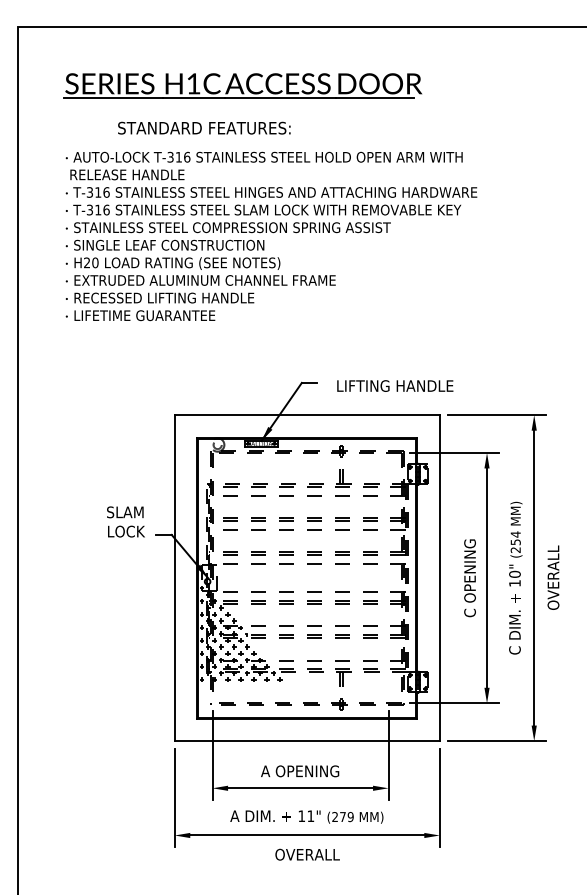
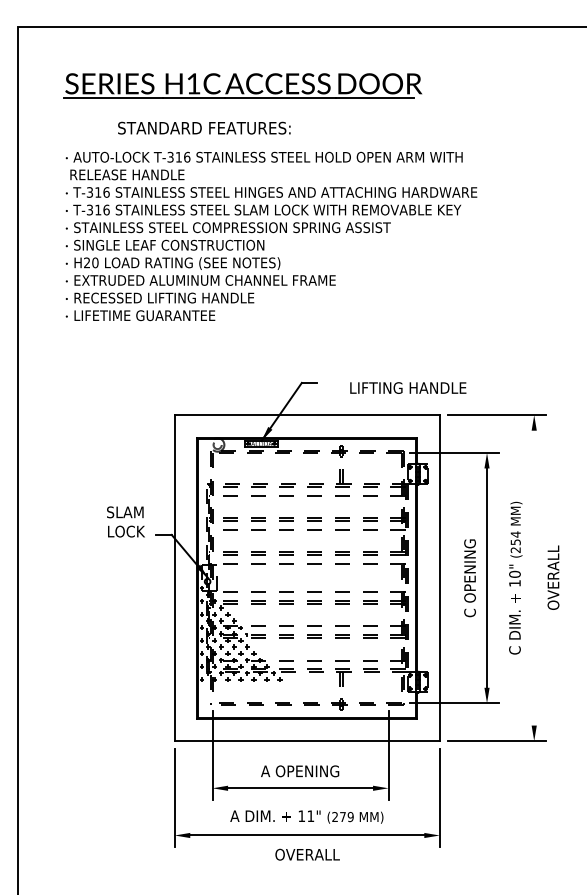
text at (395, 385) position: (395, 385) -> (408, 387)
line at (534, 577): present -> none
